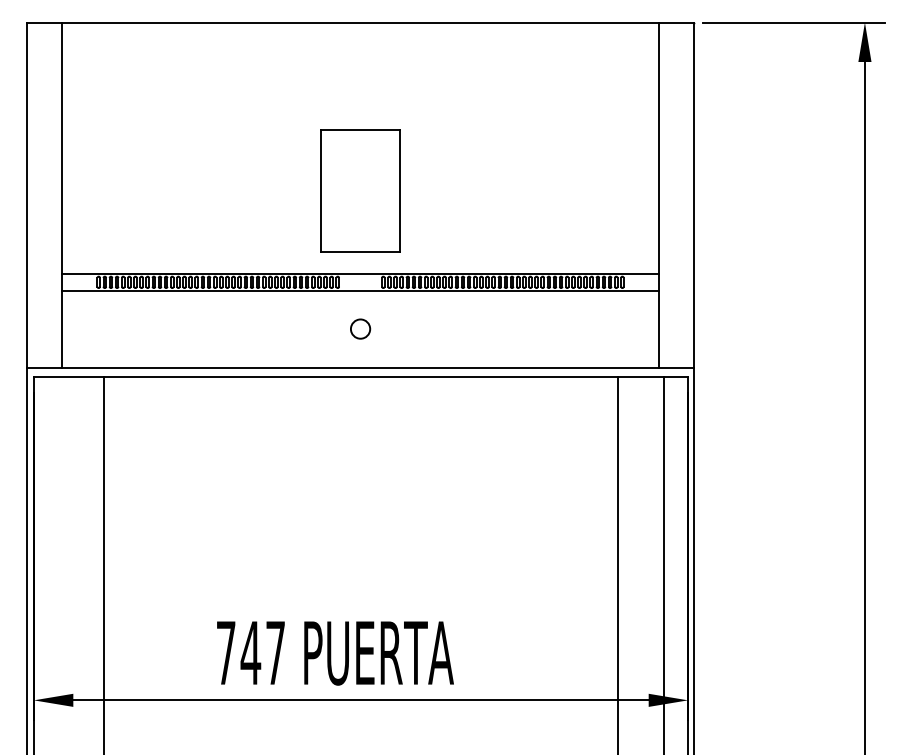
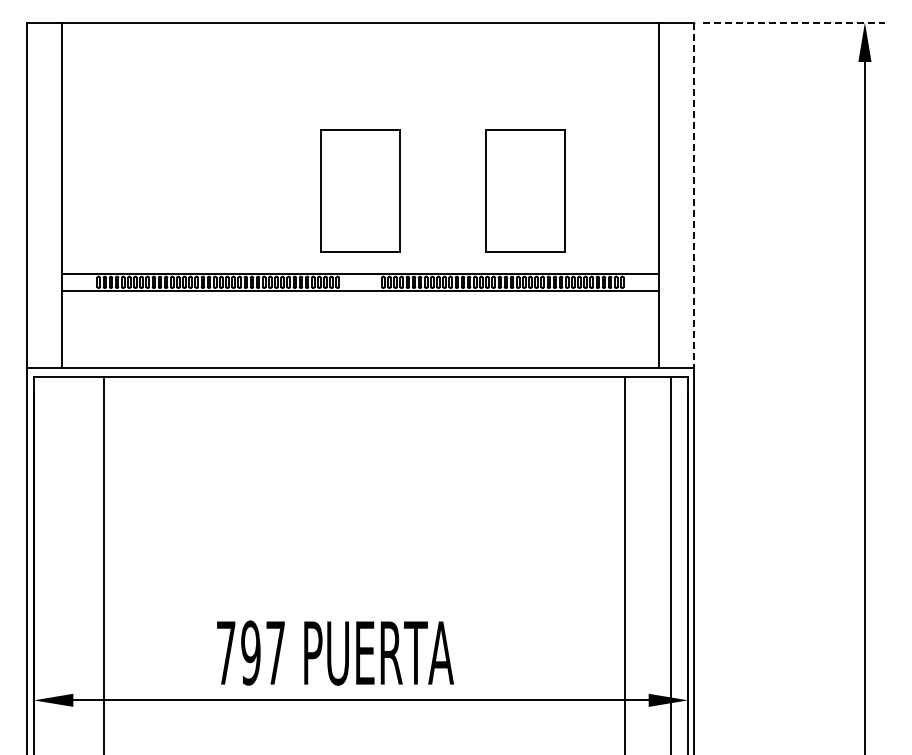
line at (793, 22): solid -> dashed
part at (525, 190): none -> present
line at (693, 195): solid -> dashed
circle at (360, 328): present -> none
line at (618, 564) position: (618, 564) -> (625, 564)
line at (663, 564) position: (663, 564) -> (670, 564)
text at (250, 652): 747 -> 797
